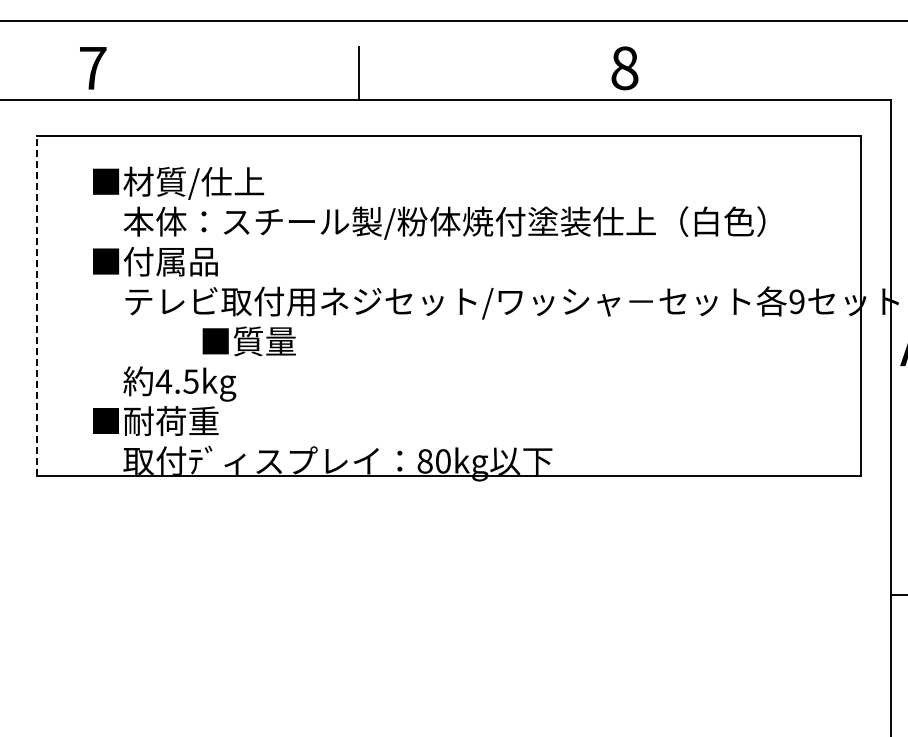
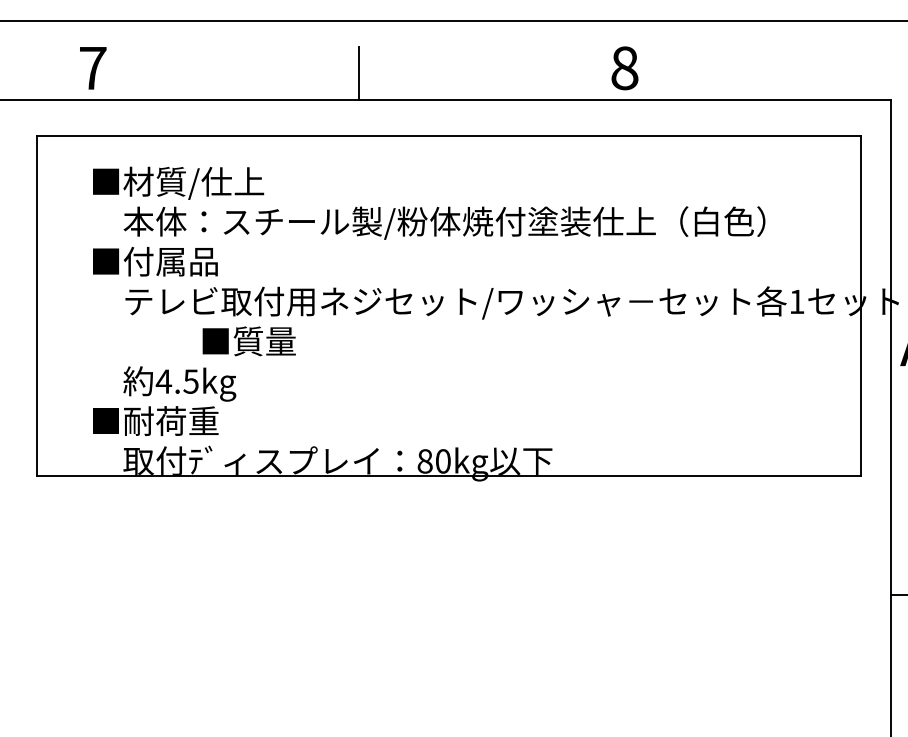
text at (796, 301): 9 -> 1
line at (36, 305): dashed -> solid
